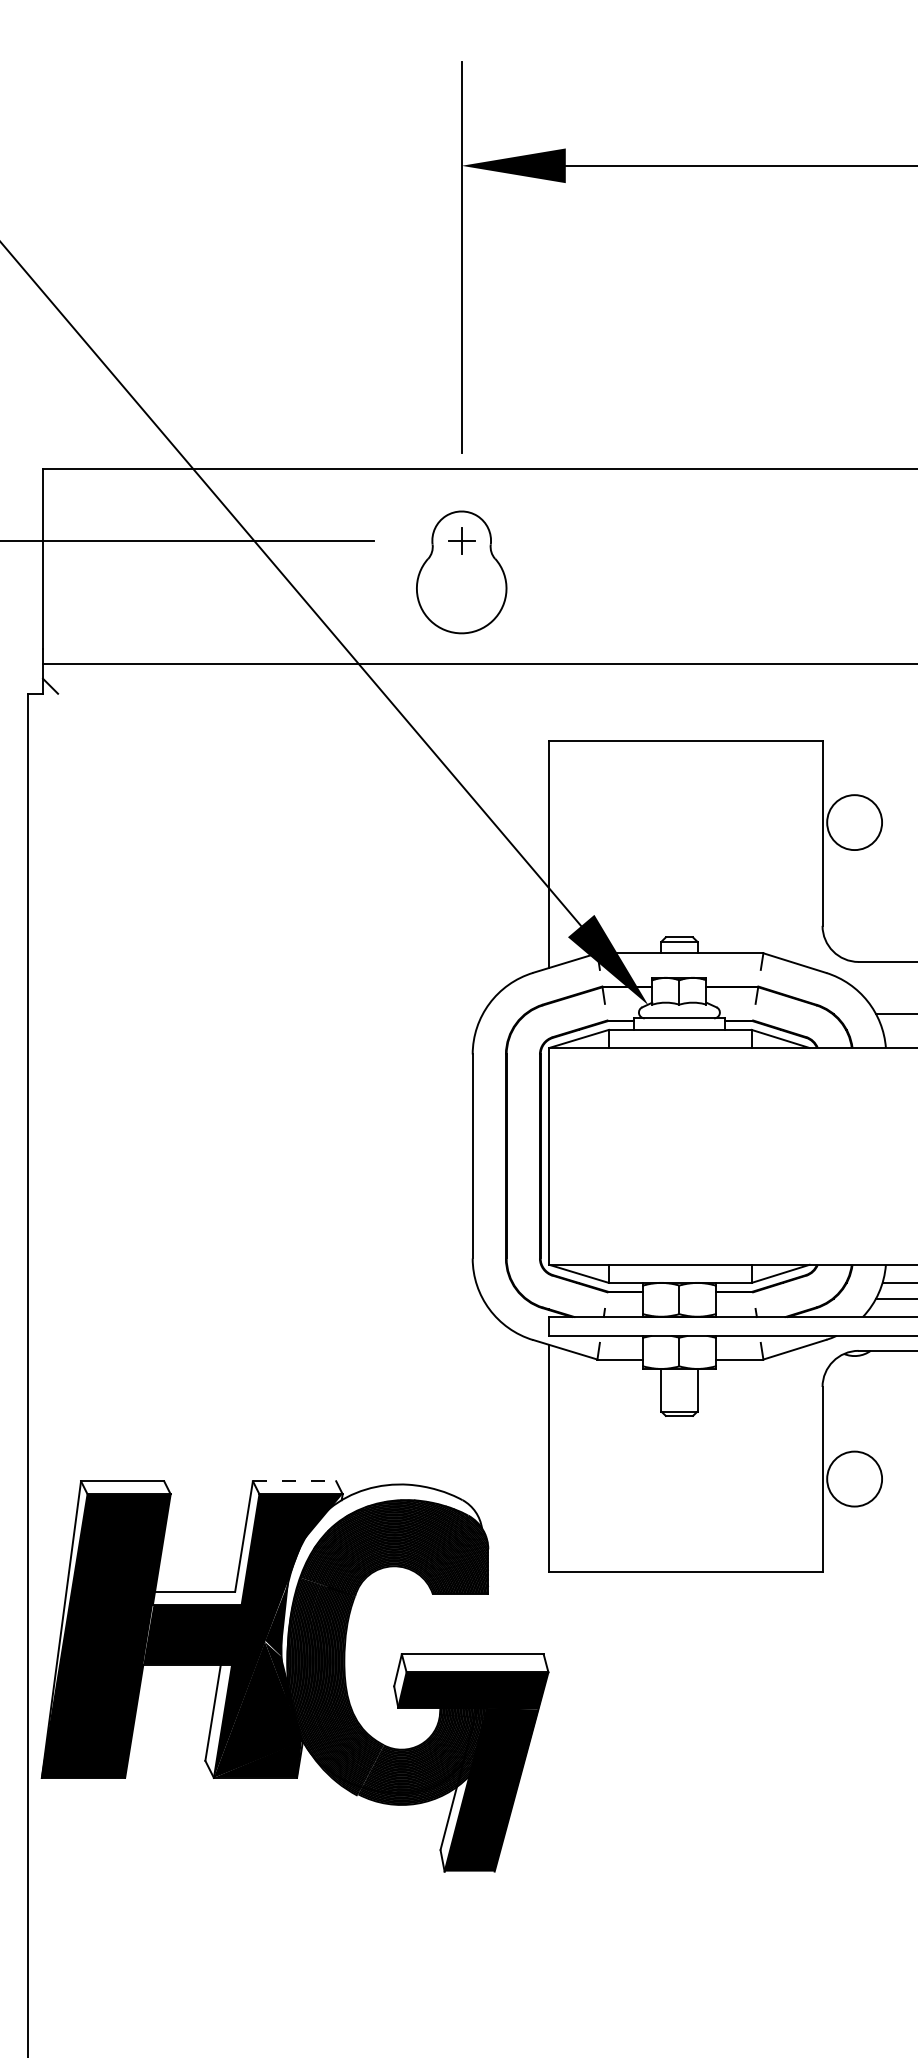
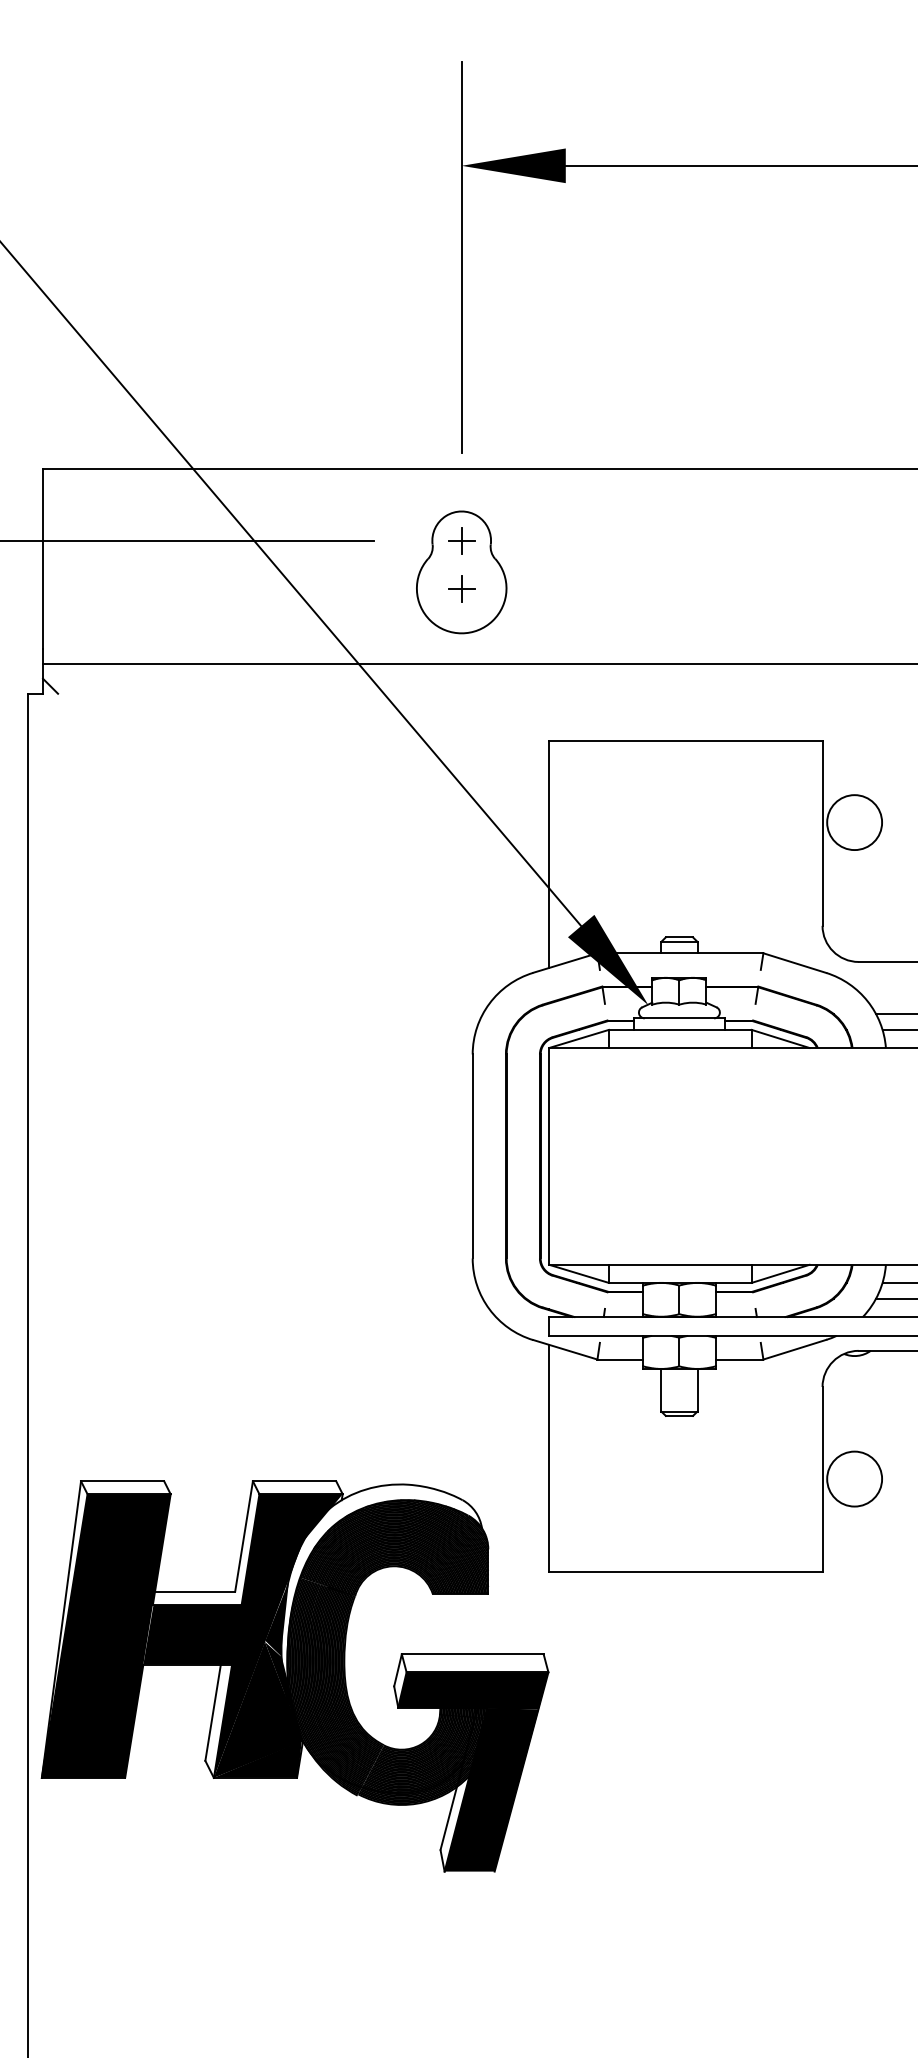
part at (461, 588): none -> present
line at (898, 1029): none -> present
line at (294, 1481): dashed -> solid
